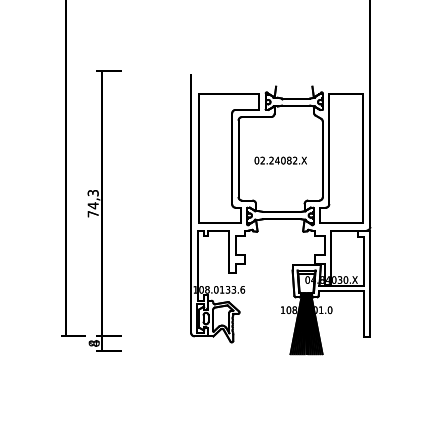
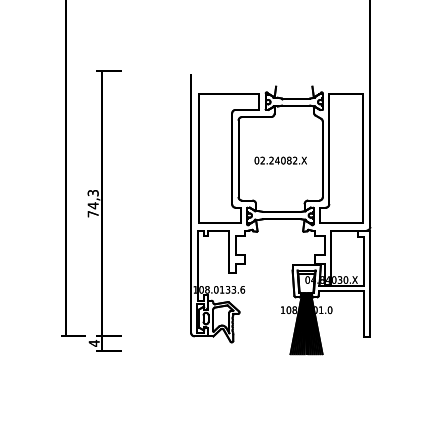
text at (93, 343): 8 -> 4
